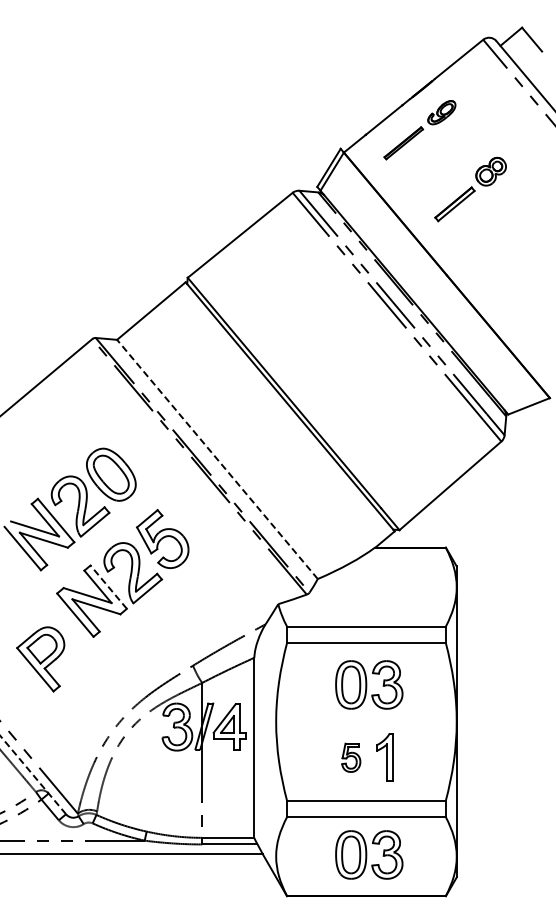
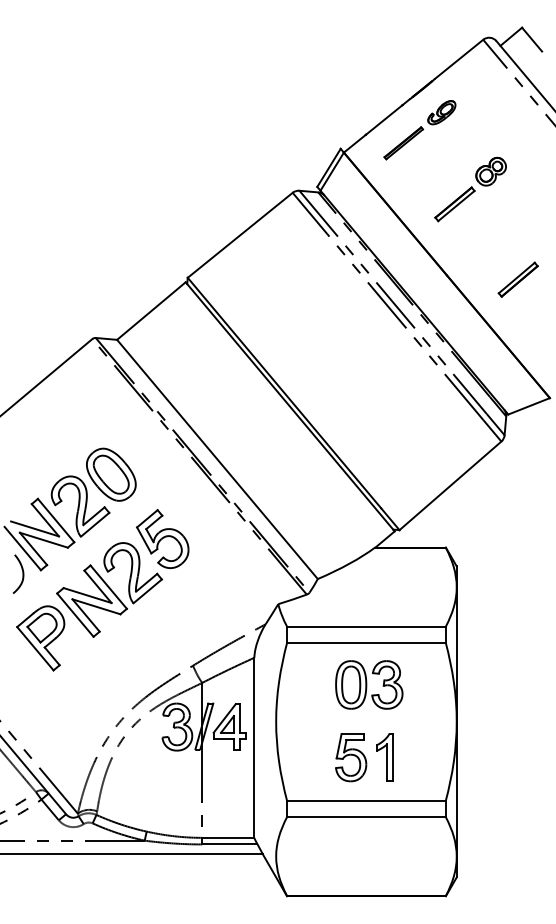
part at (517, 279): none -> present
line at (217, 459): dashed -> solid
curve at (22, 573): none -> present
line at (108, 586): dashed -> solid
part at (40, 659) position: (40, 659) -> (40, 638)
part at (351, 757) size: 21x31 px -> 33x50 px
line at (33, 775): dashed -> solid
part at (369, 854): present -> none
